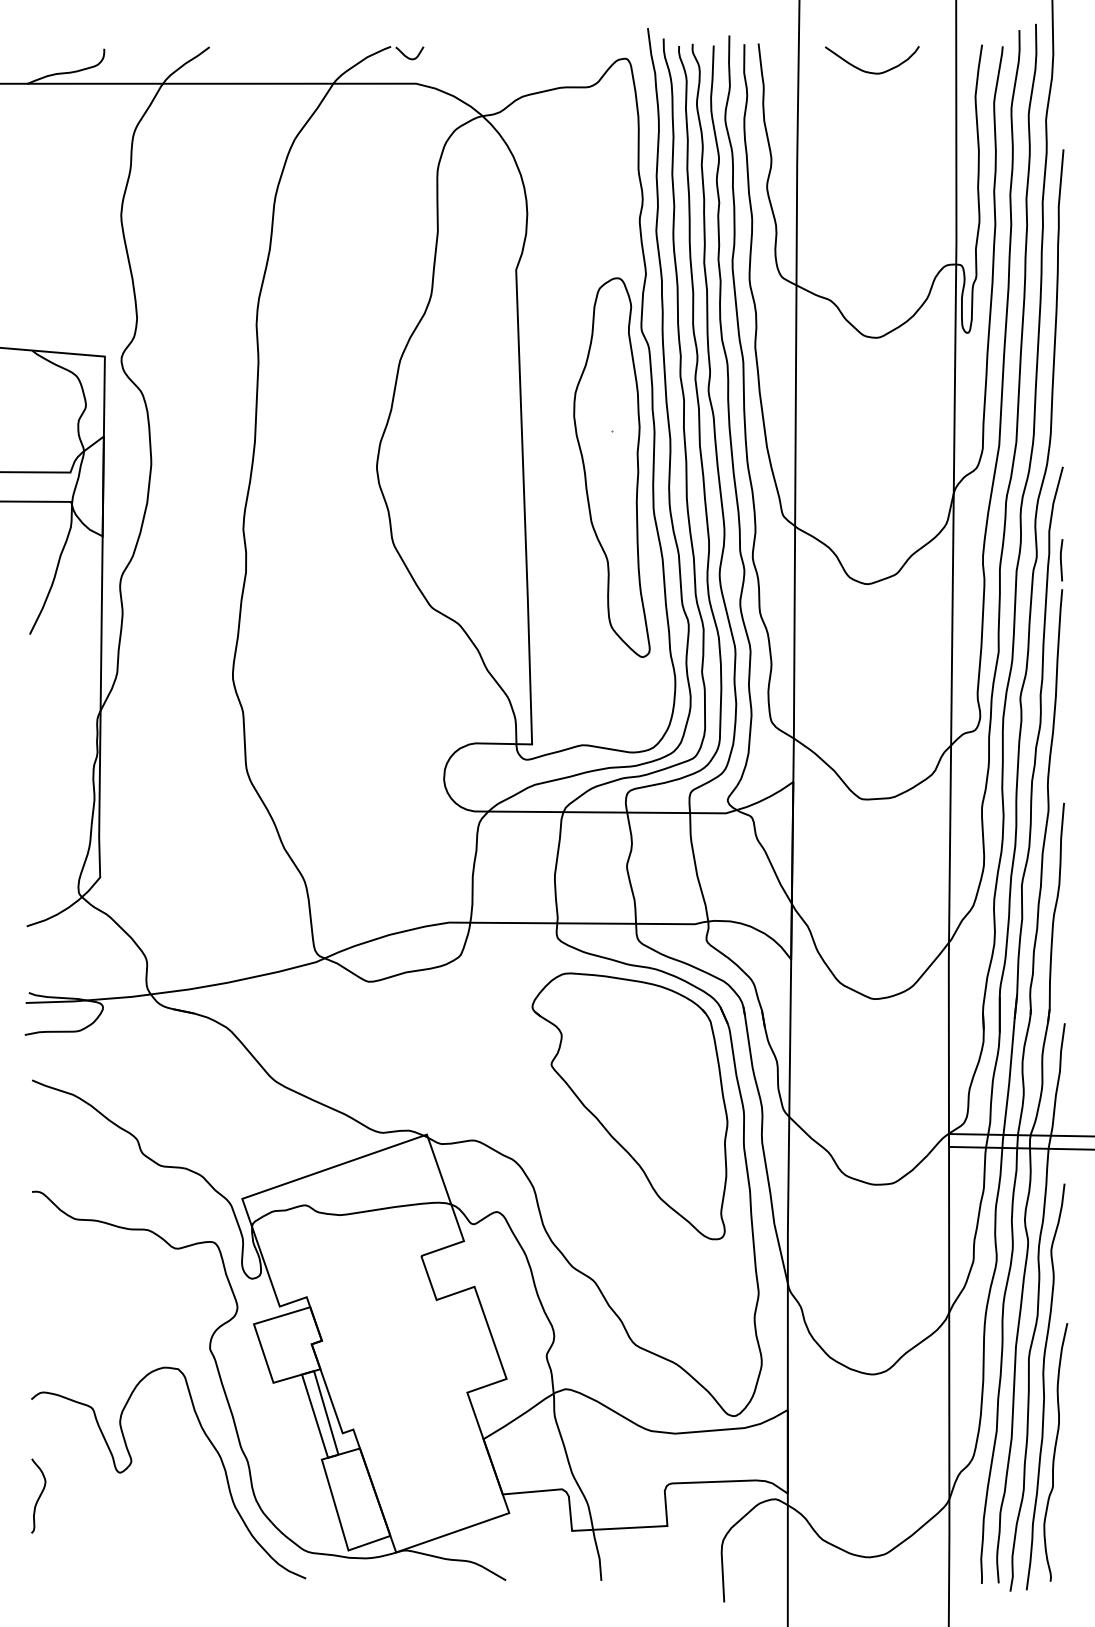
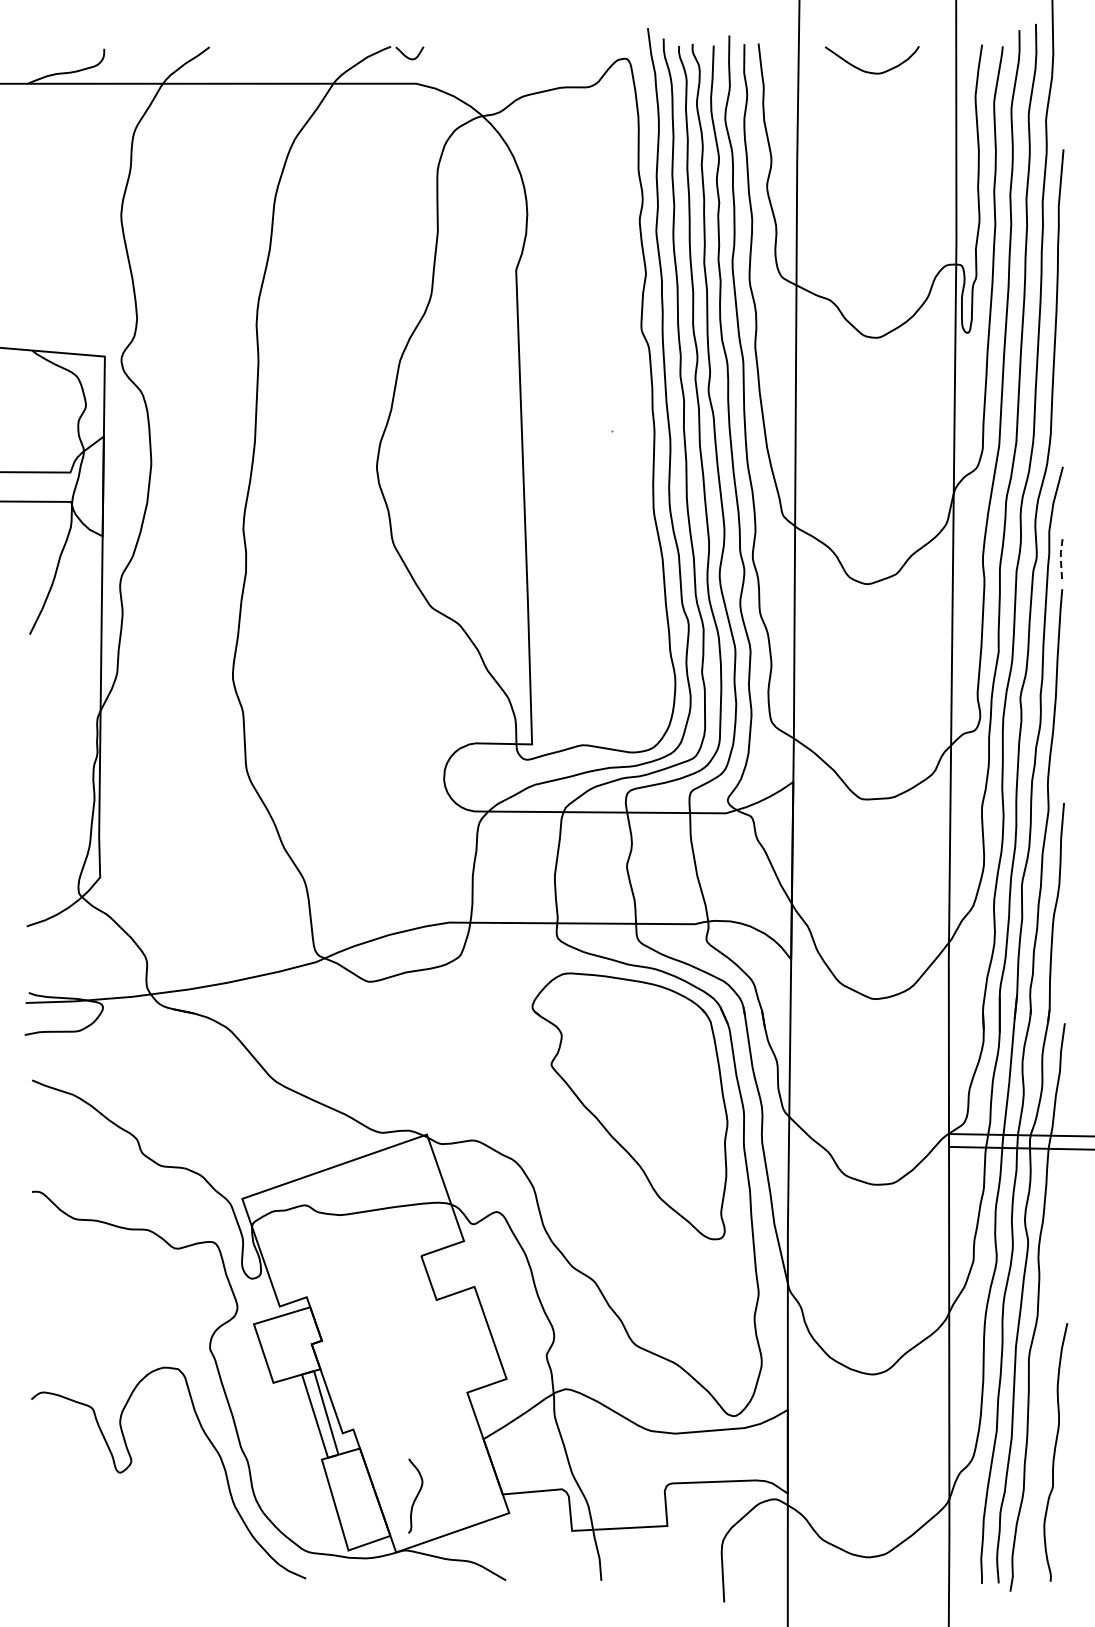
part at (611, 467): present -> none
line at (1060, 558): solid -> dashed
curve at (1044, 1386): present -> none
curve at (39, 1495) position: (39, 1495) -> (416, 1495)
